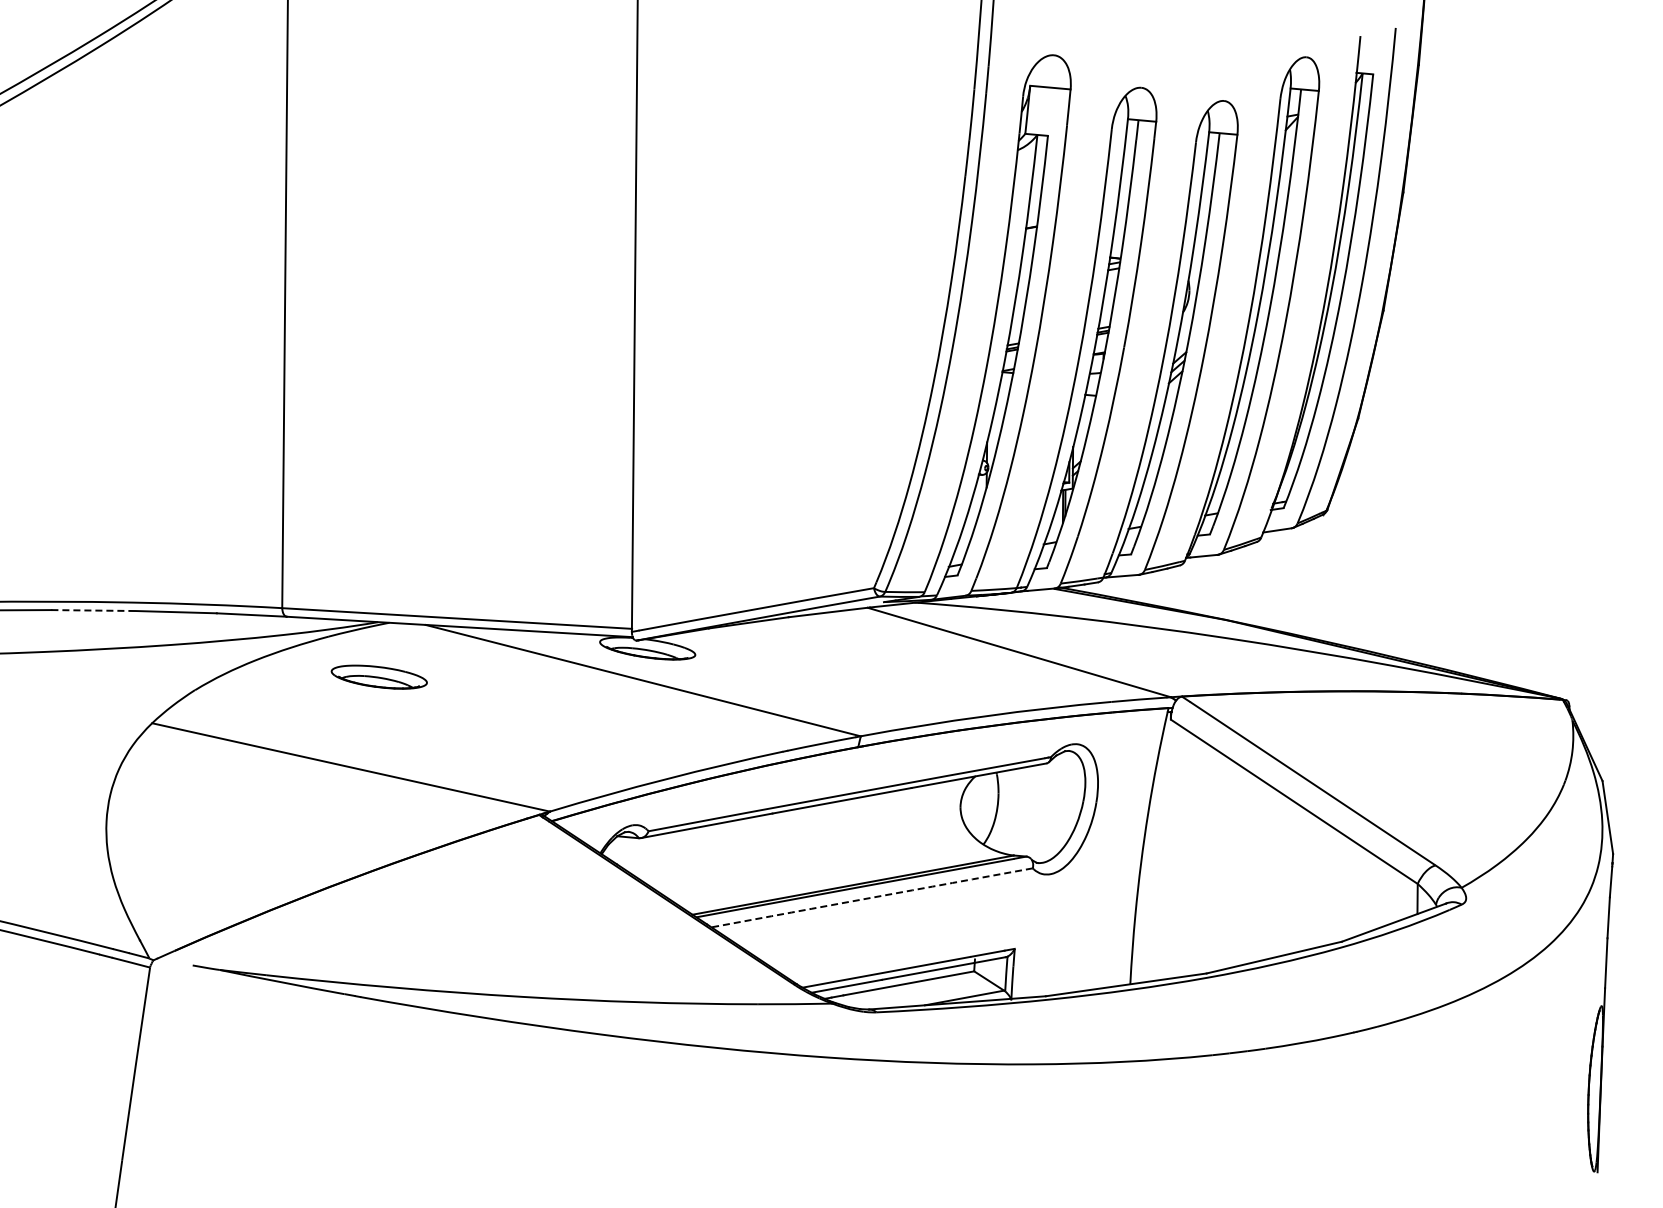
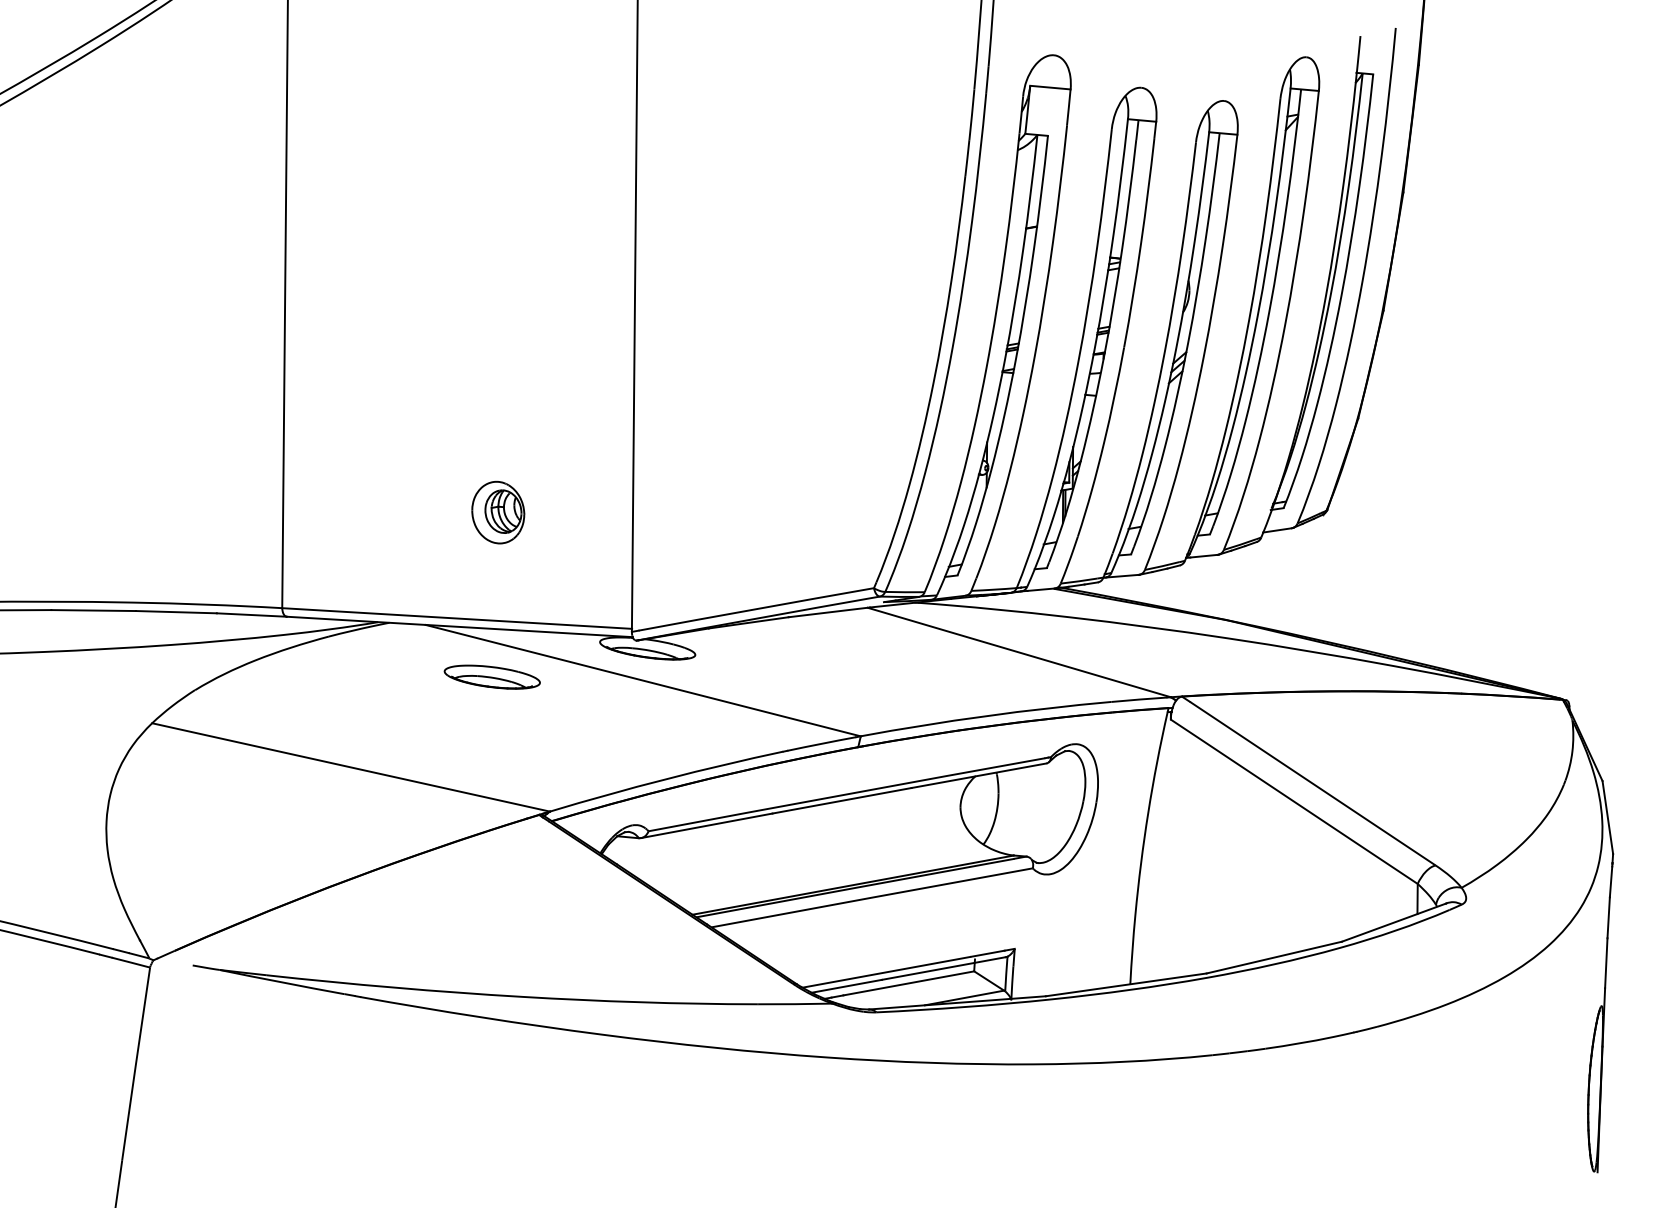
part at (498, 512): none -> present
line at (94, 610): dashed -> solid
part at (378, 676) position: (378, 676) -> (491, 676)
arc at (872, 897): dashed -> solid
